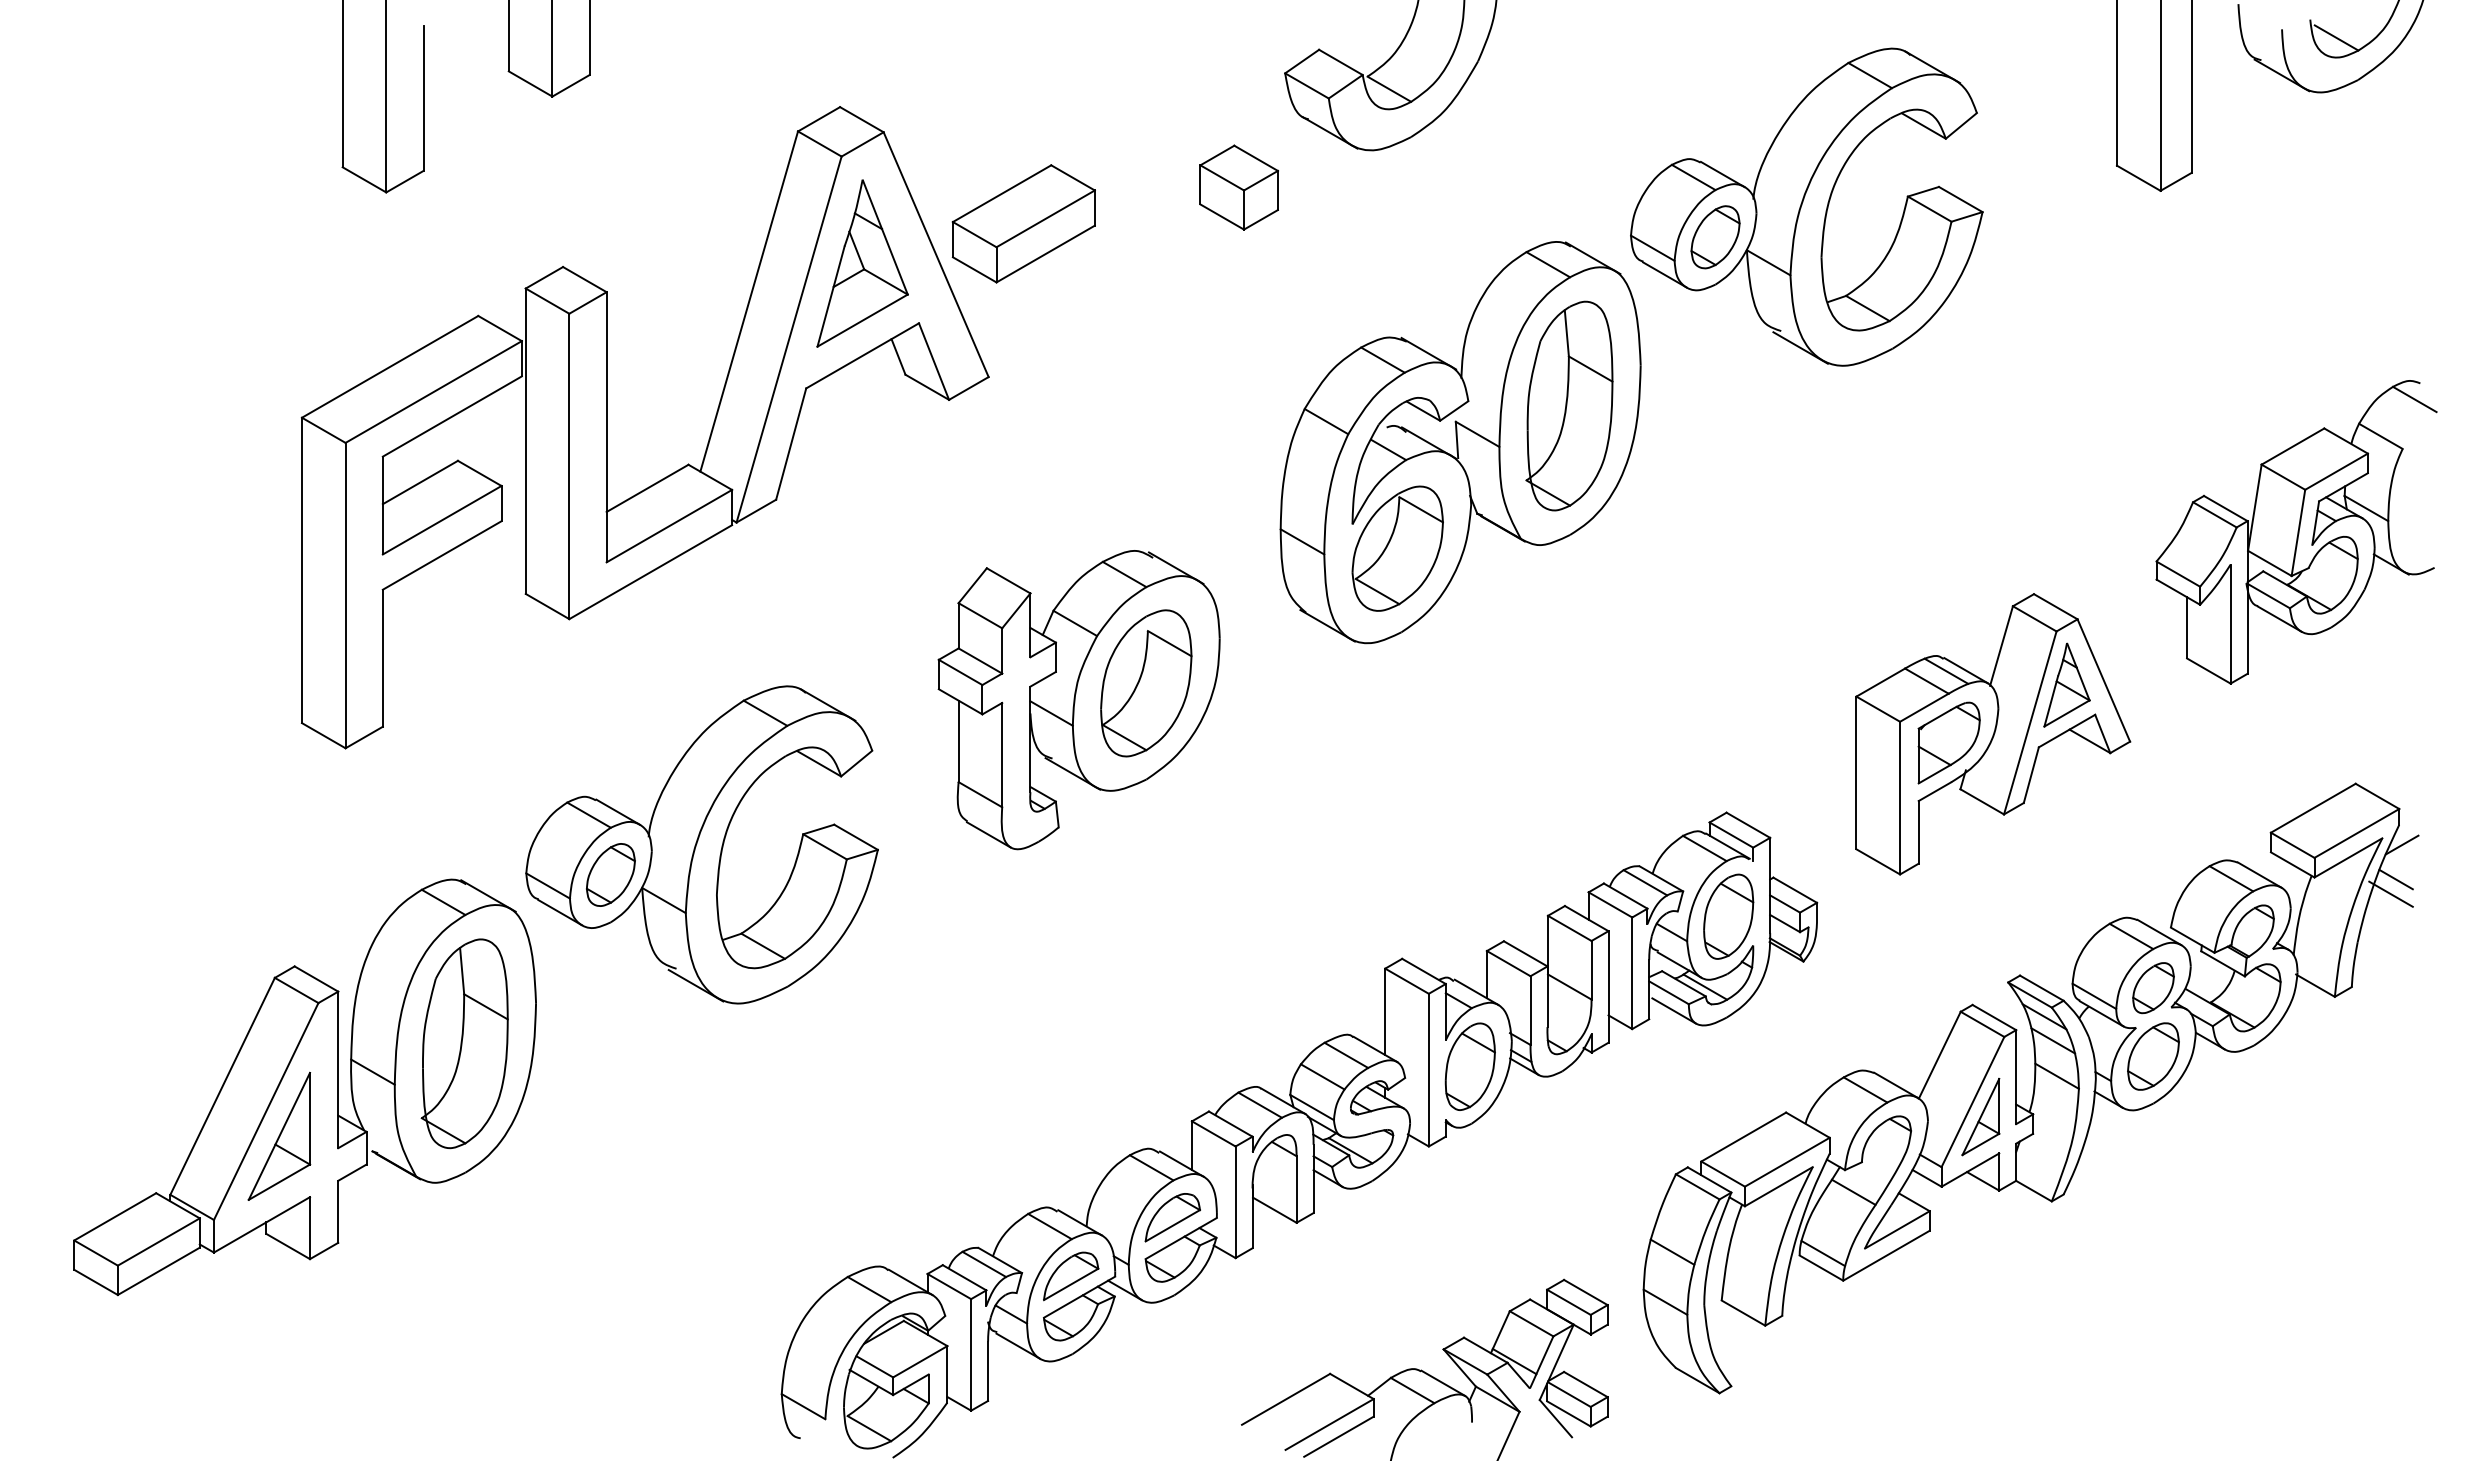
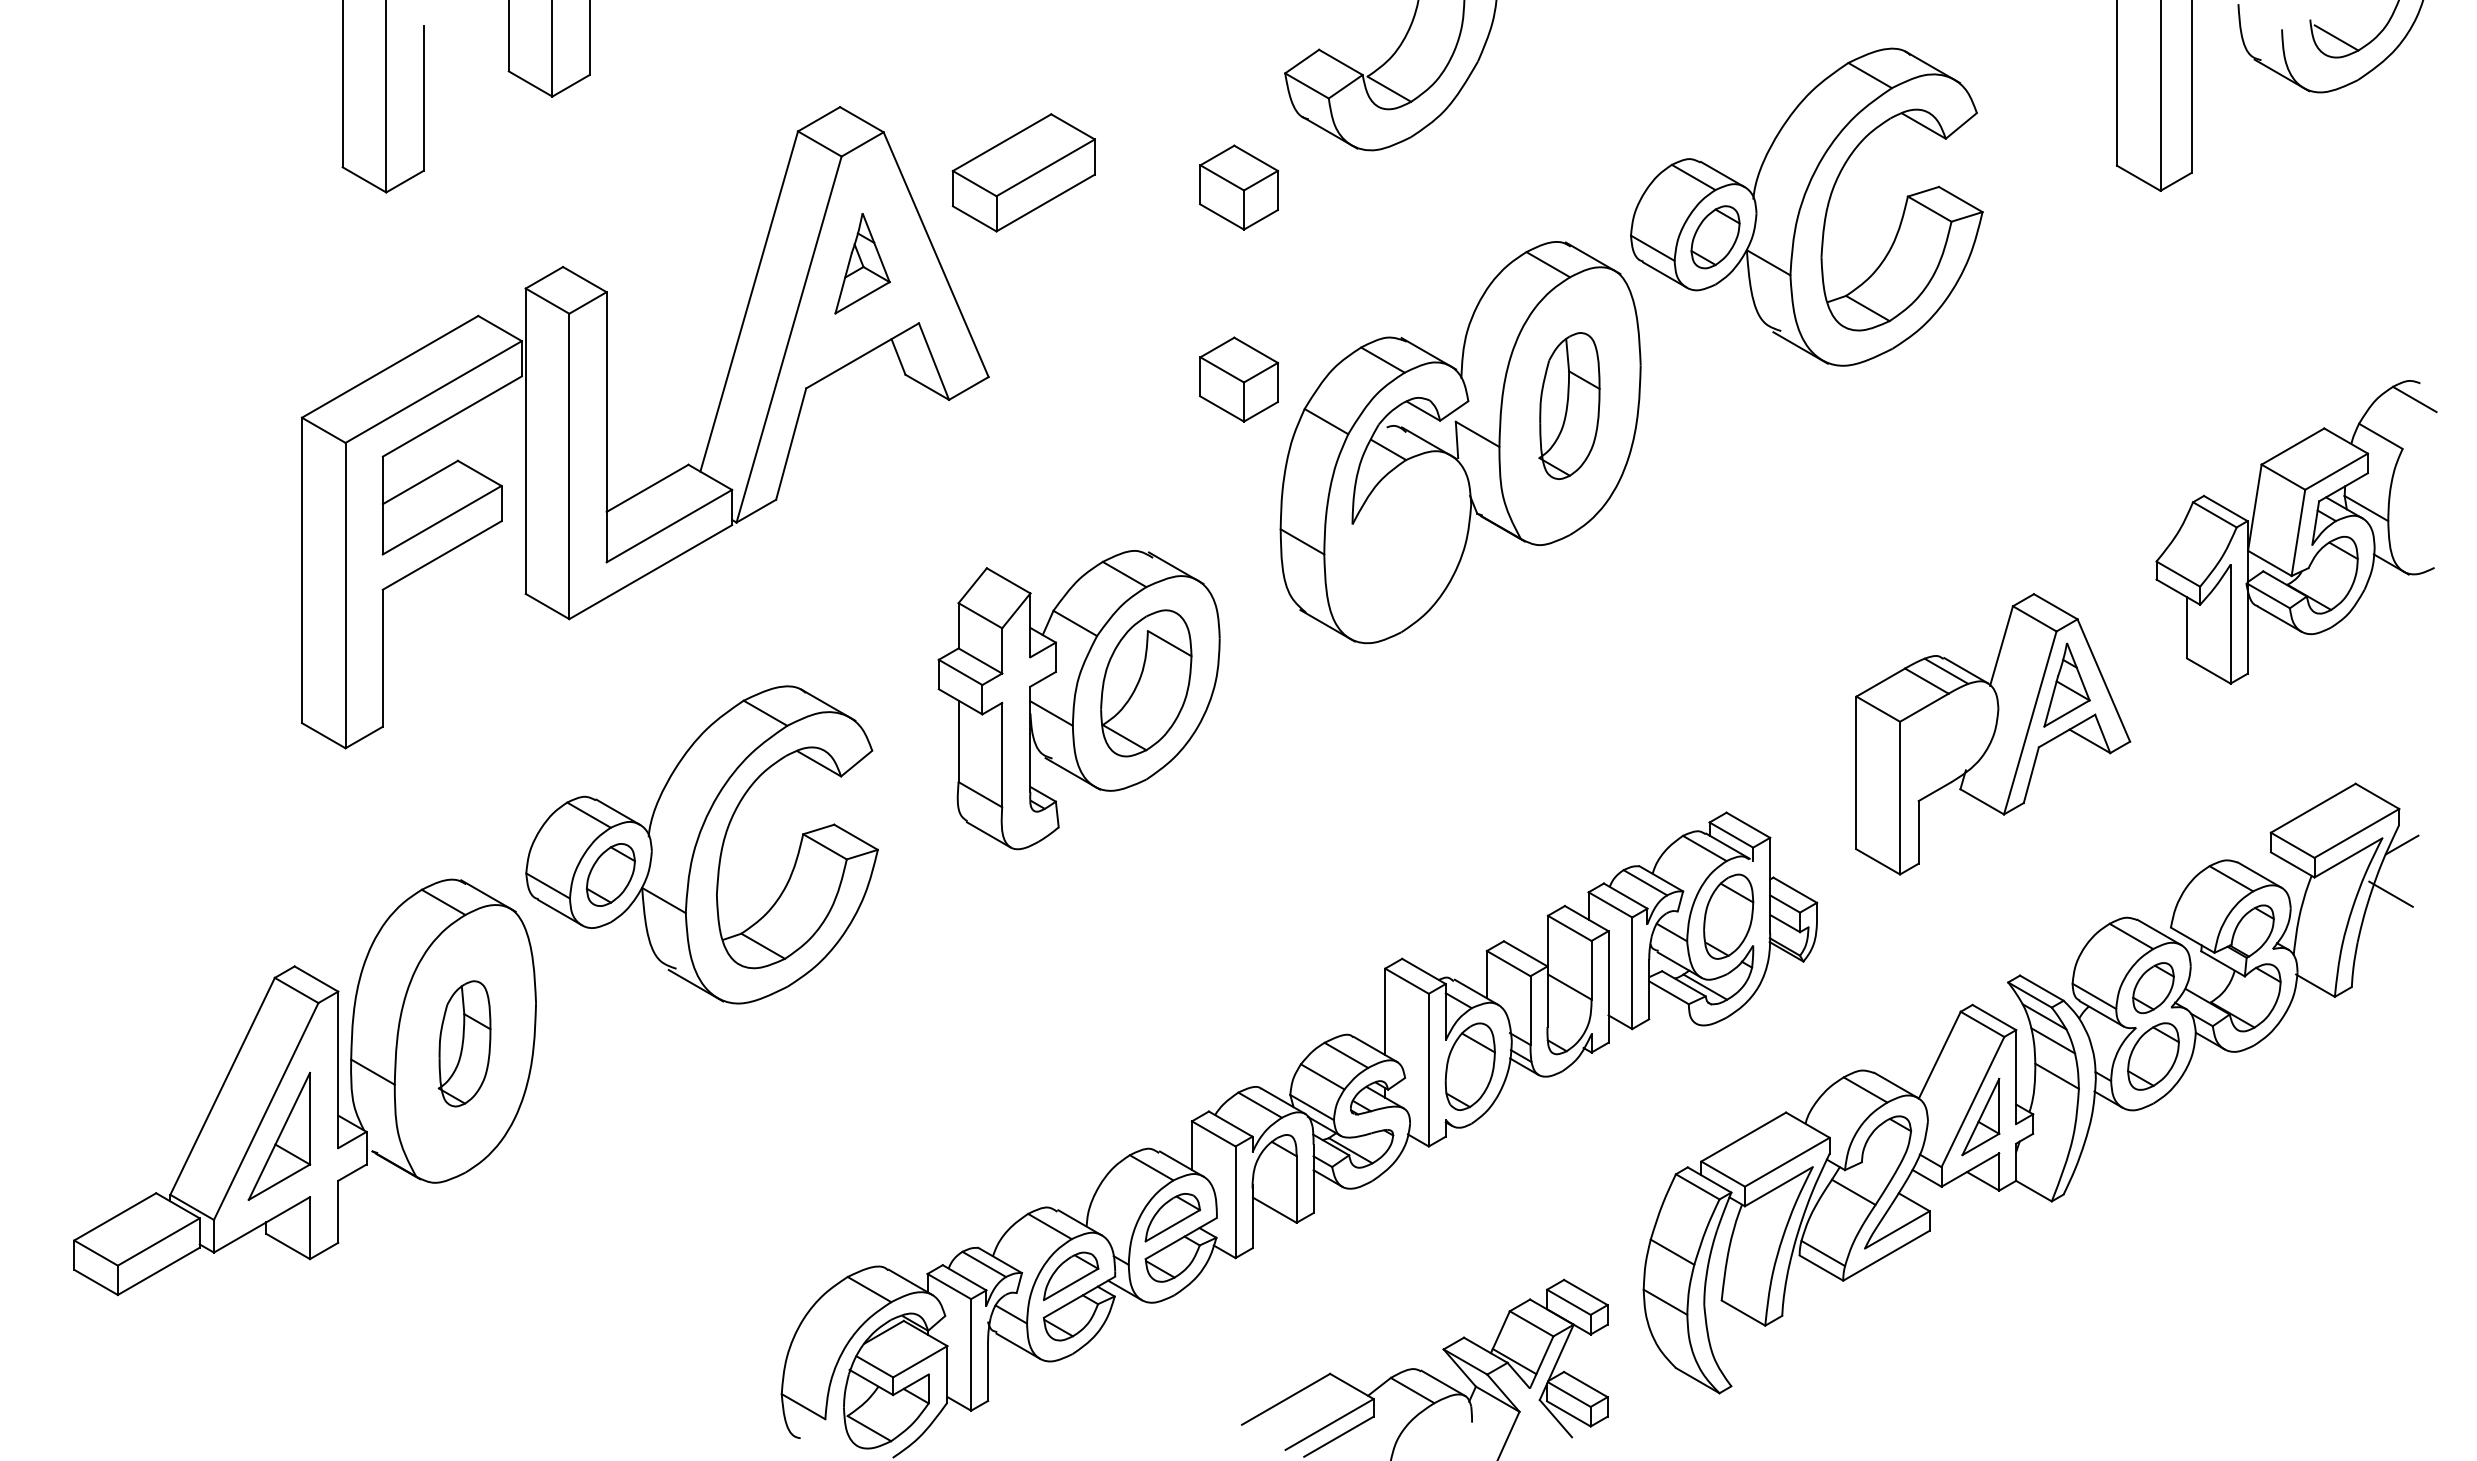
part at (1023, 223) position: (1023, 223) -> (1023, 172)
part at (862, 263) size: 93x169 px -> 57x102 px
part at (1238, 379): none -> present
part at (1569, 405) size: 89x212 px -> 63x148 px
part at (1397, 548): present -> none
part at (1948, 742): present -> none
line at (2395, 879): present -> none
line at (1673, 1010): present -> none
part at (464, 1043) size: 89x212 px -> 55x128 px
